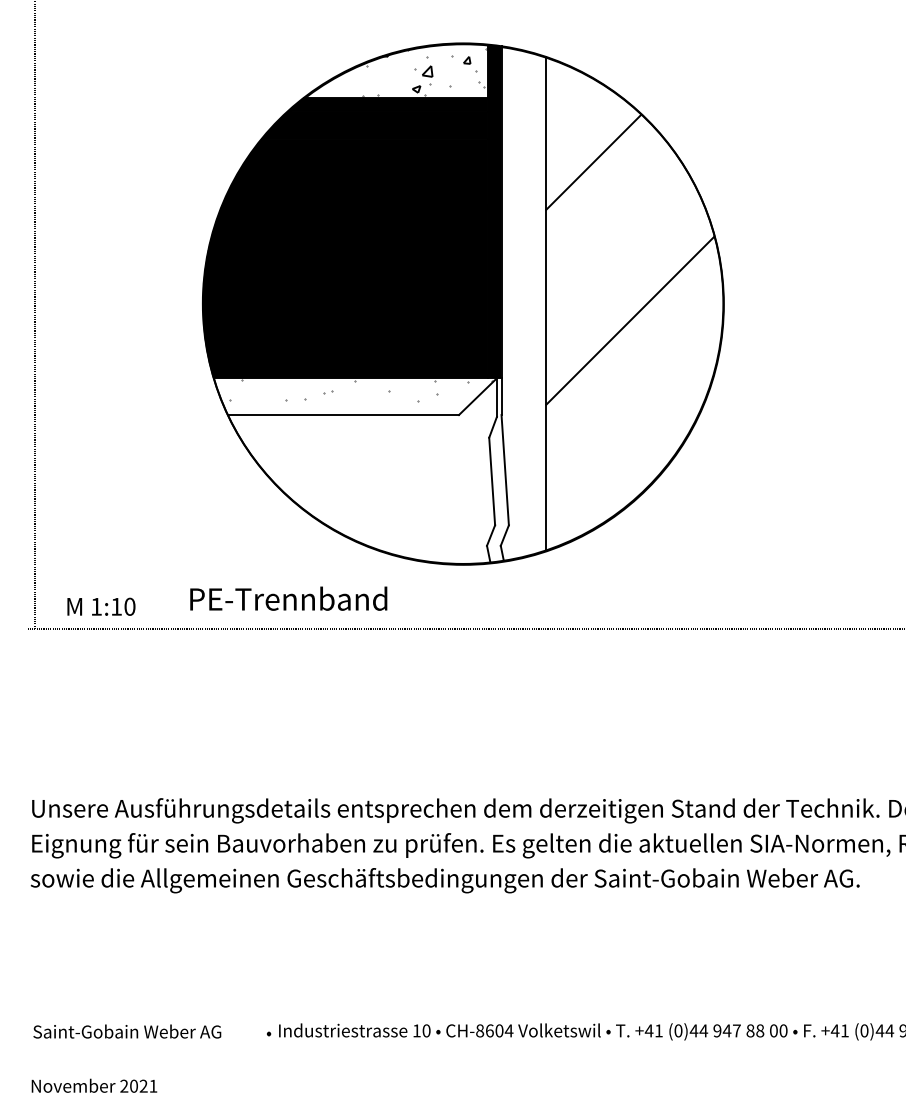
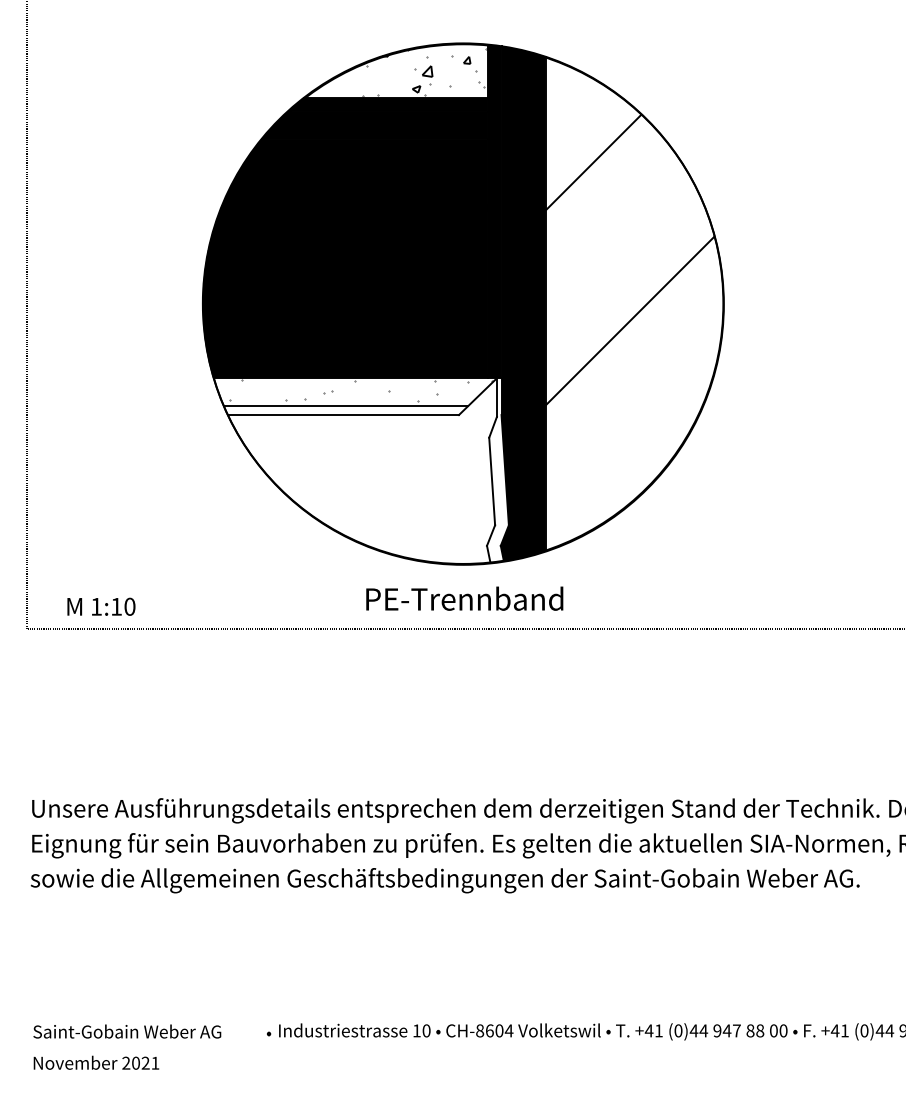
fill at (522, 303): none -> present
line at (34, 315) position: (34, 315) -> (26, 315)
line at (345, 405): none -> present
text at (288, 598) position: (288, 598) -> (464, 598)
text at (94, 1085) position: (94, 1085) -> (96, 1062)
